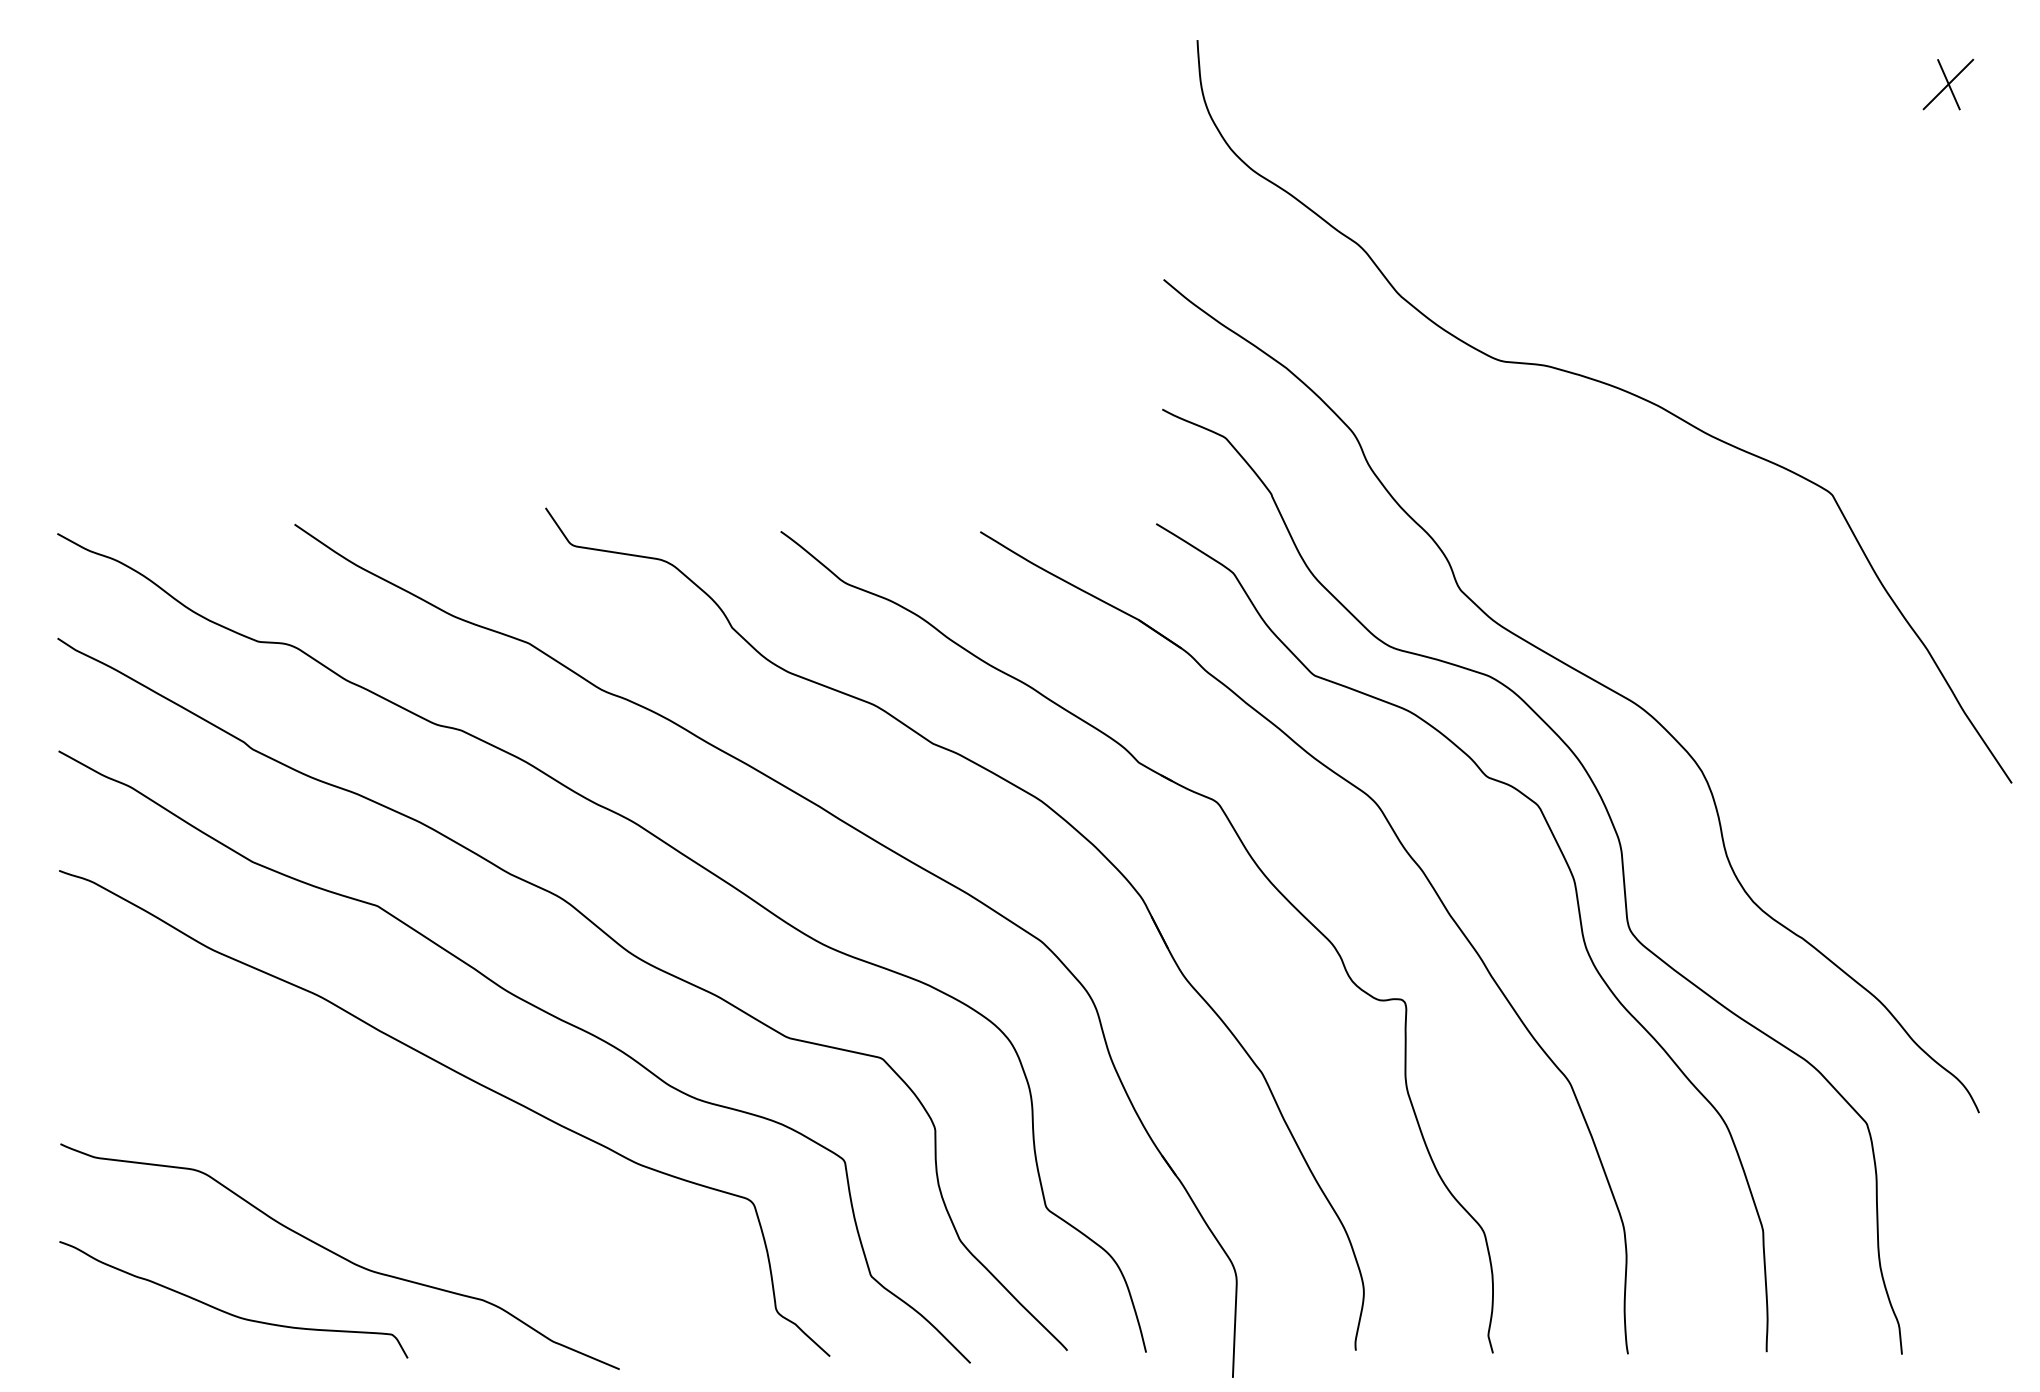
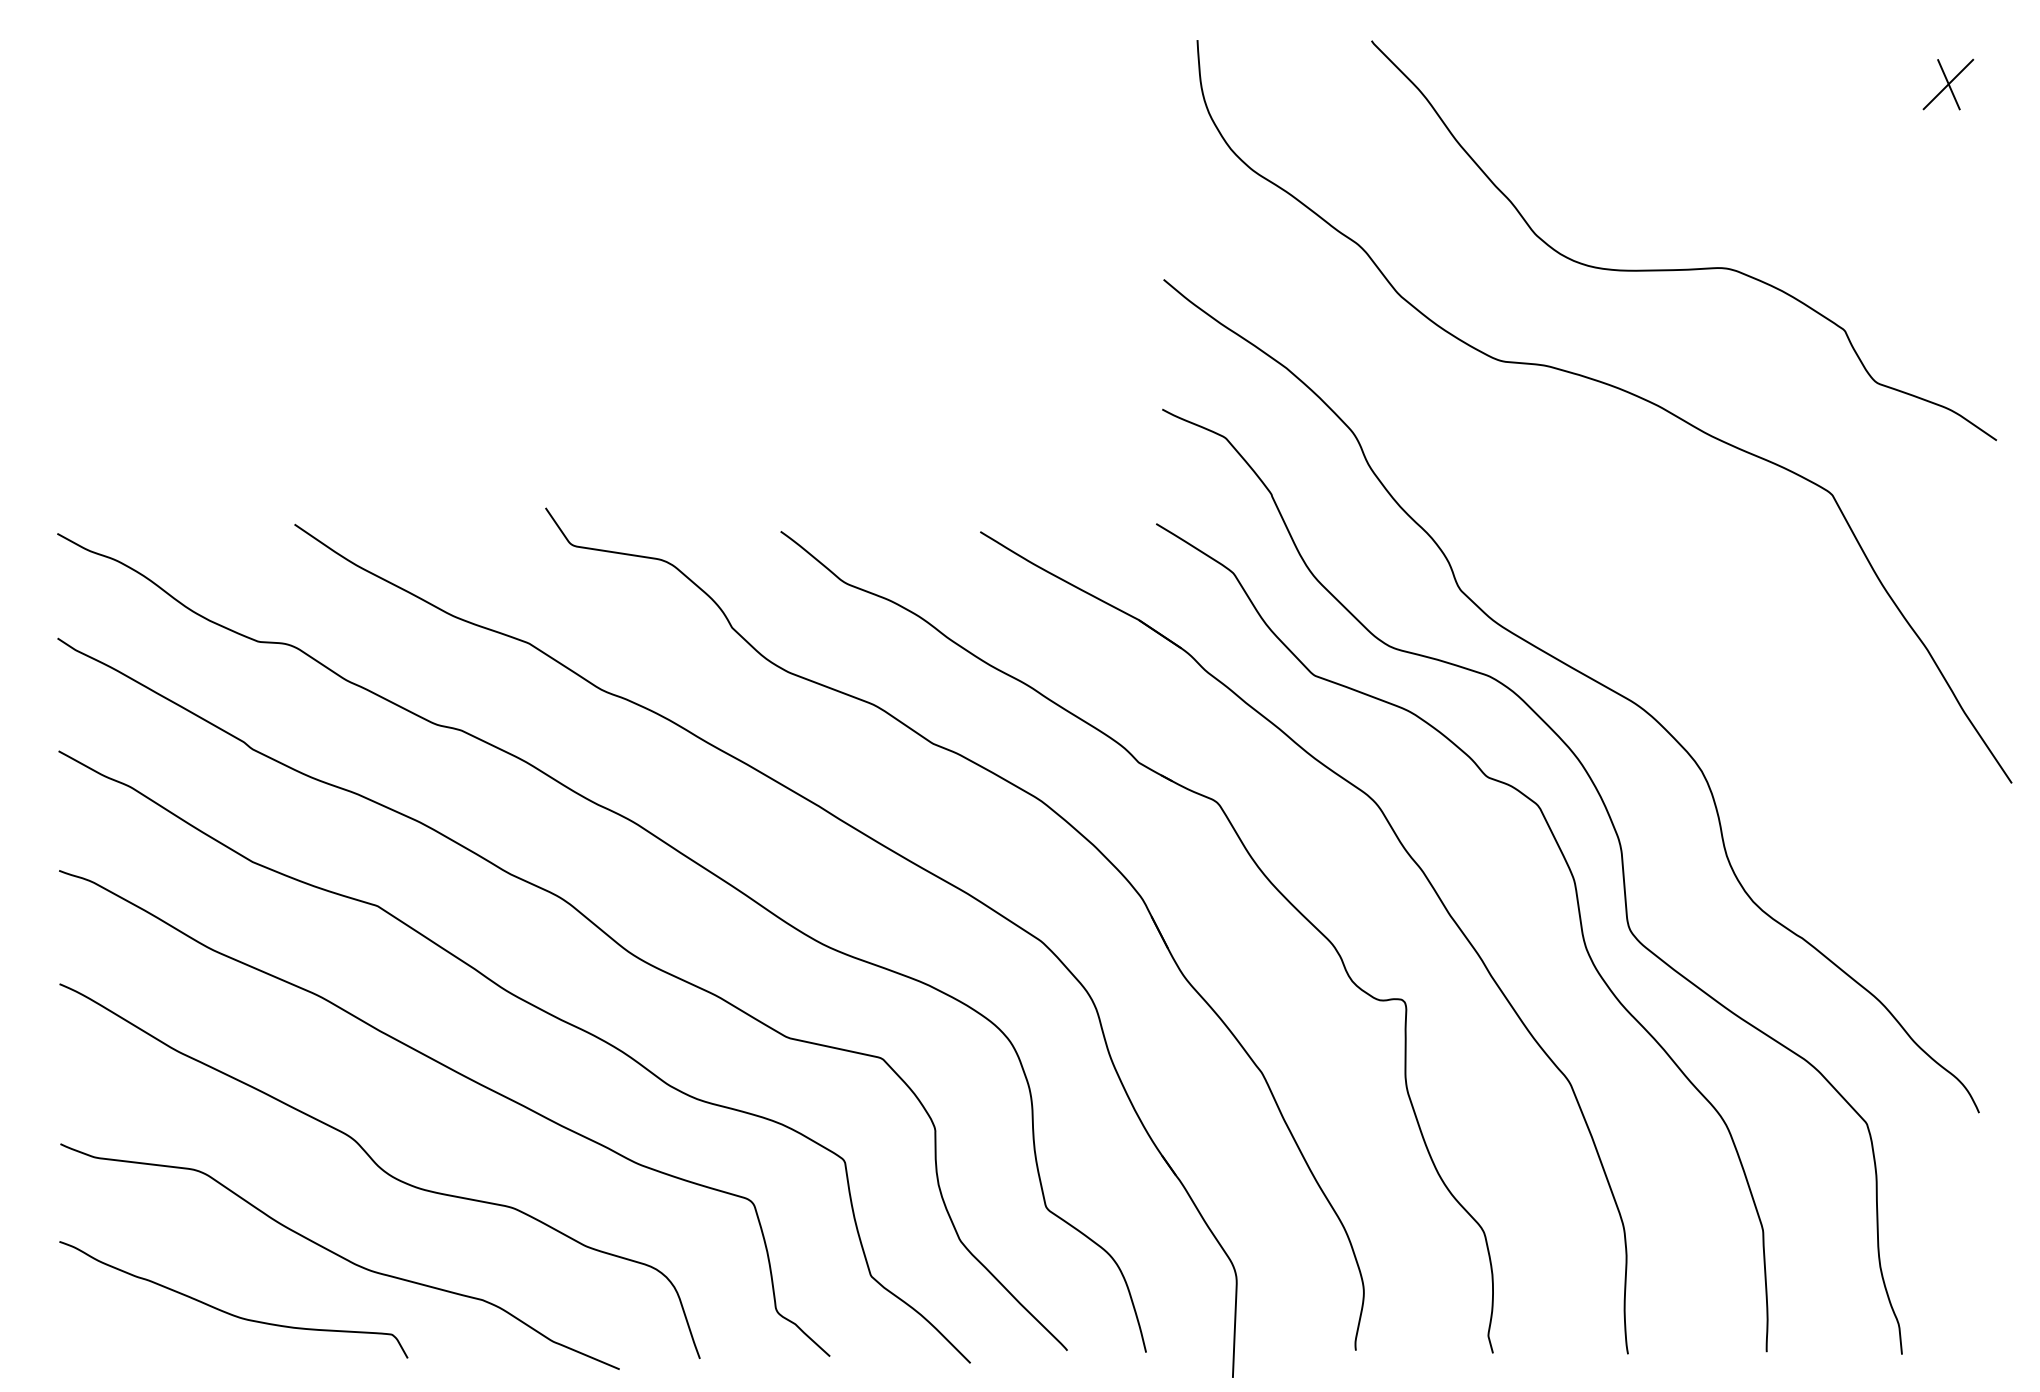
curve at (1684, 268): none -> present
curve at (380, 1169): none -> present
